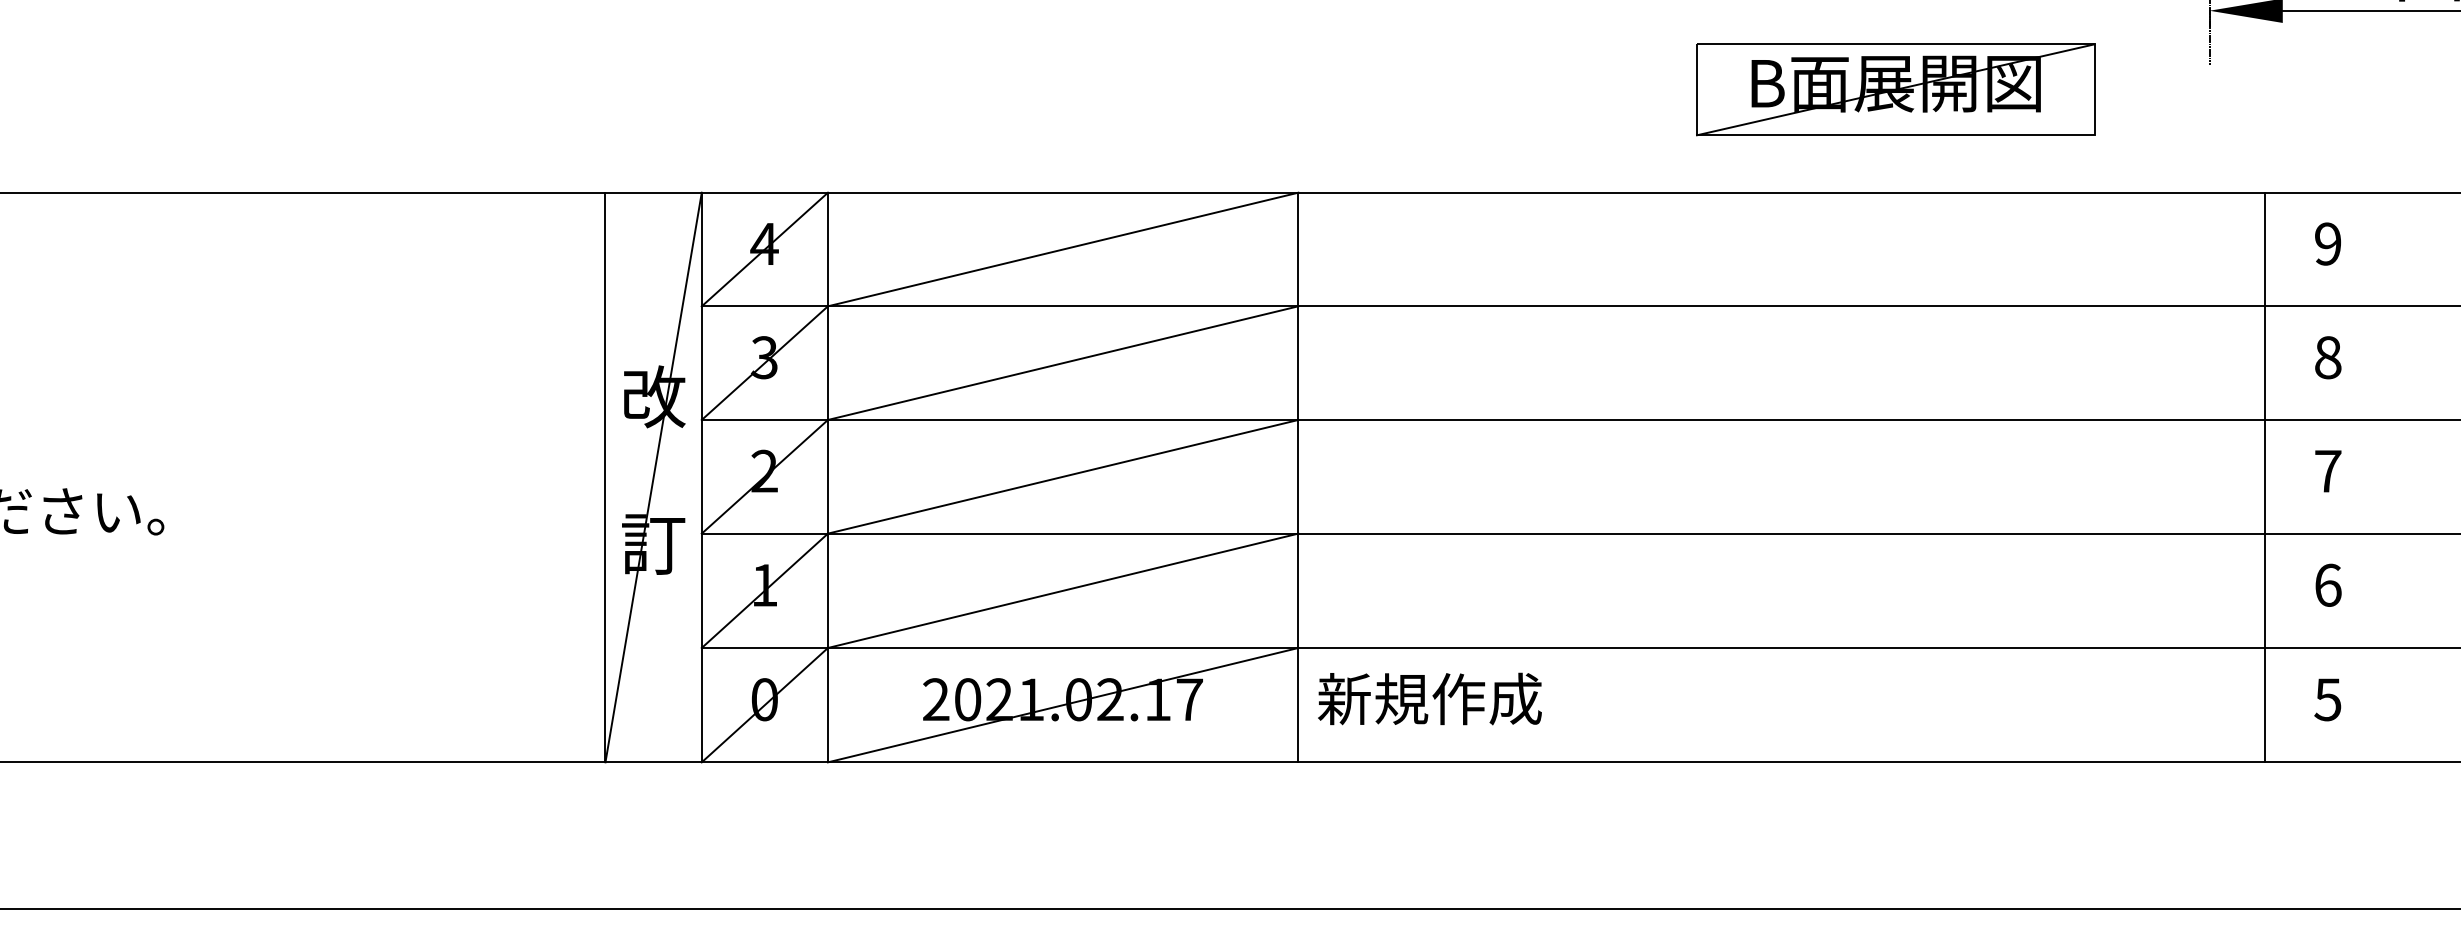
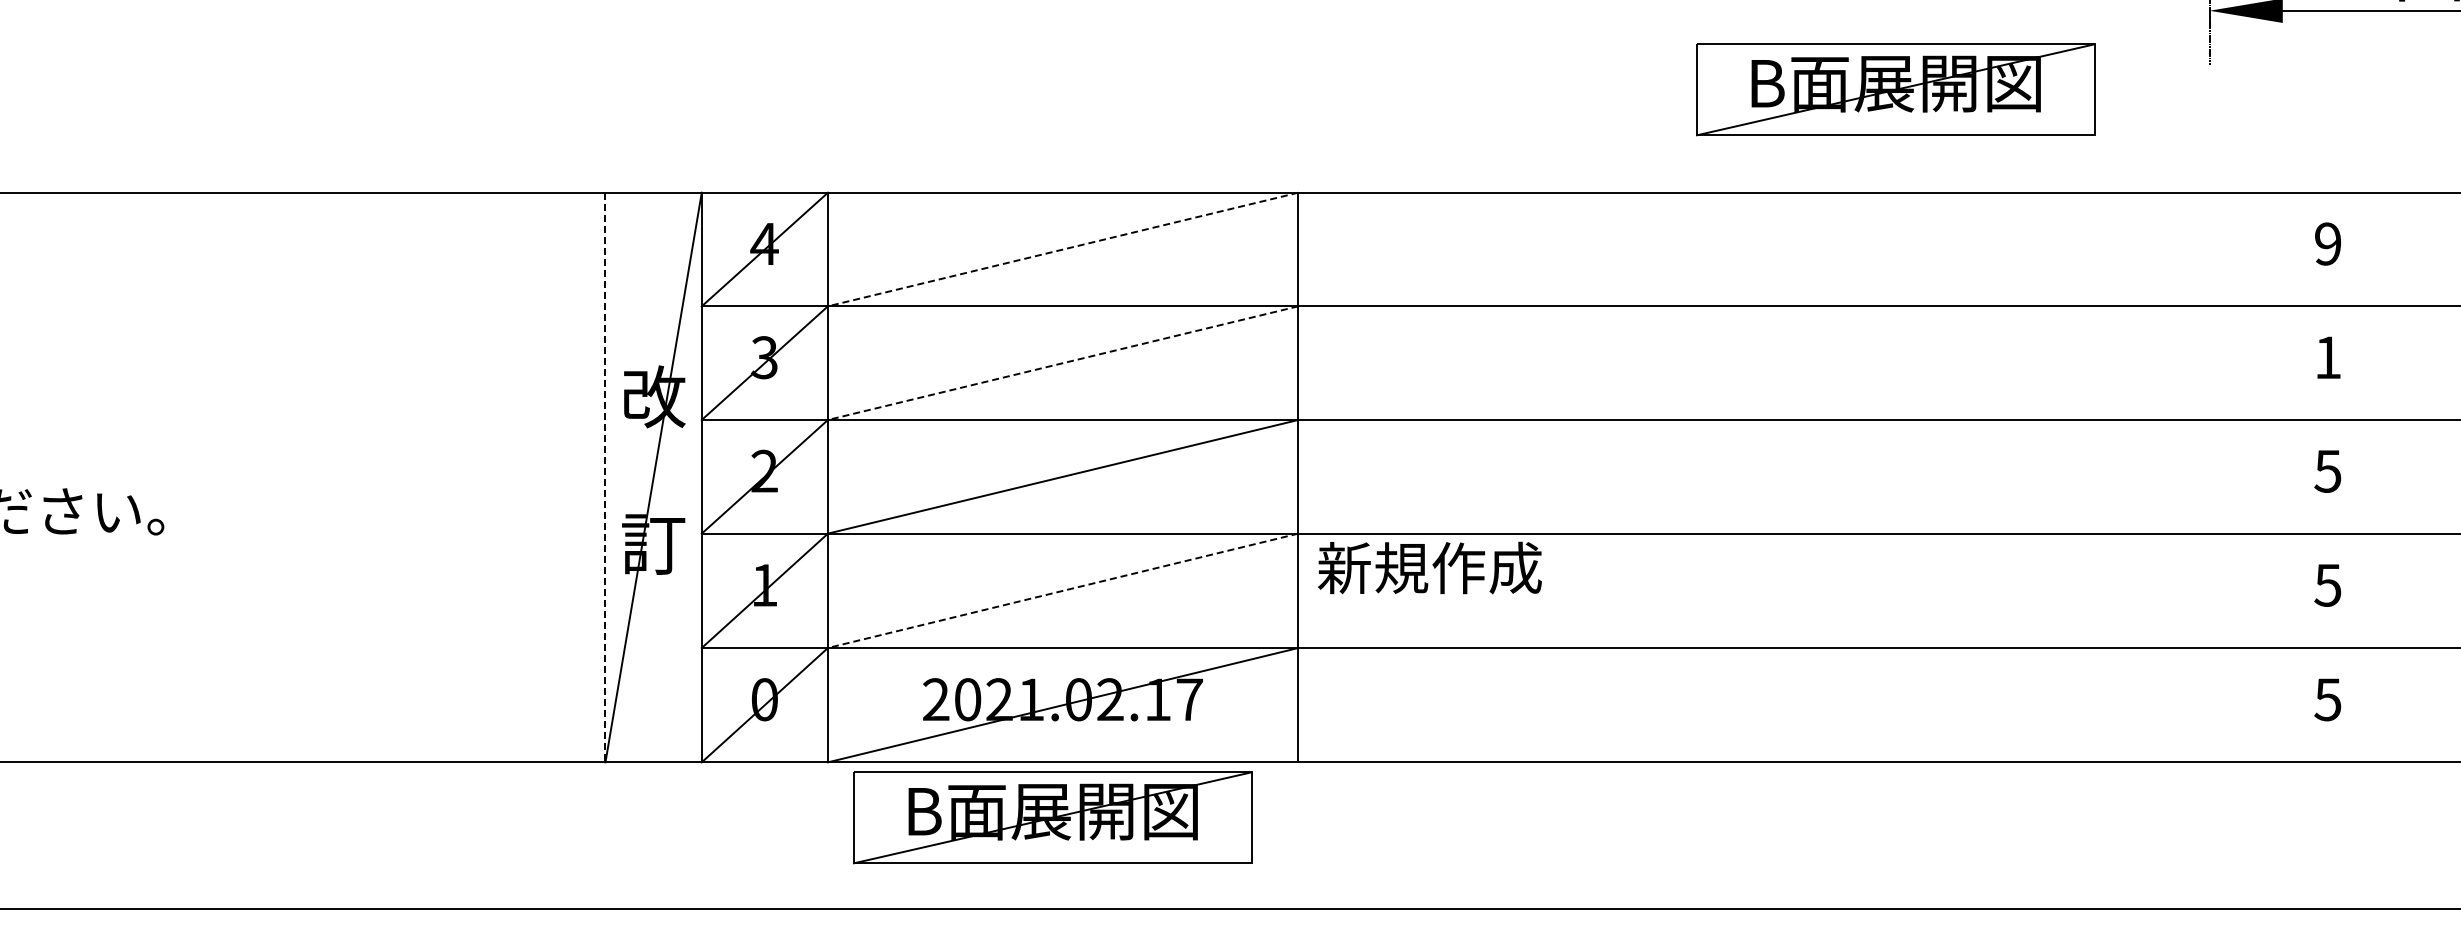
line at (1063, 249): solid -> dashed
text at (2328, 357): 8 -> 1
line at (1063, 363): solid -> dashed
text at (2327, 471): 7 -> 5
line at (605, 477): solid -> dashed
line at (2265, 477): present -> none
text at (2327, 584): 6 -> 5
line at (1062, 590): solid -> dashed
text at (1429, 698) position: (1429, 698) -> (1429, 567)
part at (1052, 817): none -> present
